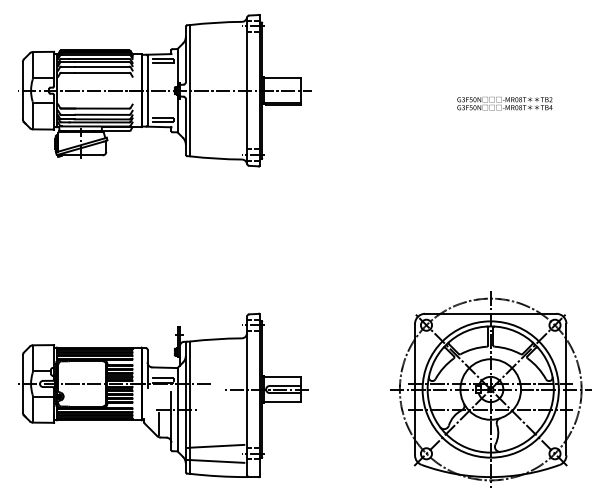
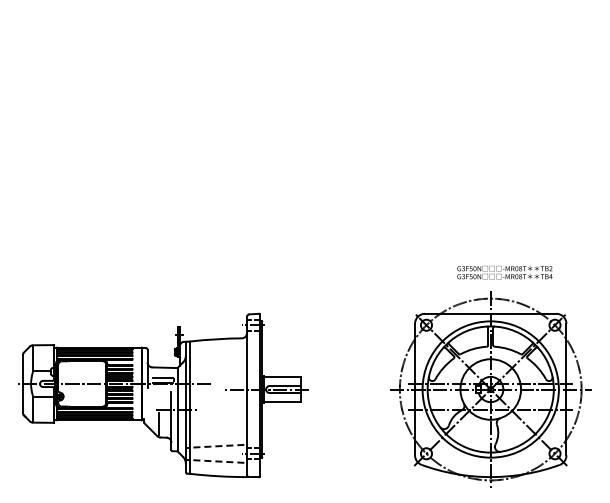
part at (164, 90): present -> none
text at (504, 103) position: (504, 103) -> (504, 272)
line at (216, 446): solid -> dashed
line at (216, 461): solid -> dashed
